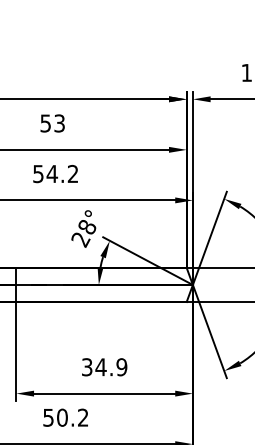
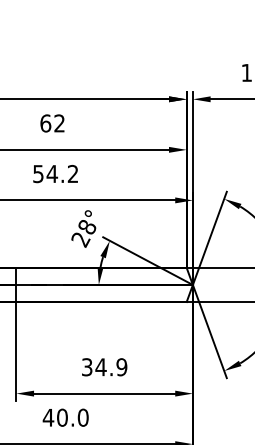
text at (52, 123): 53 -> 62
text at (65, 417): 50.2 -> 40.0
